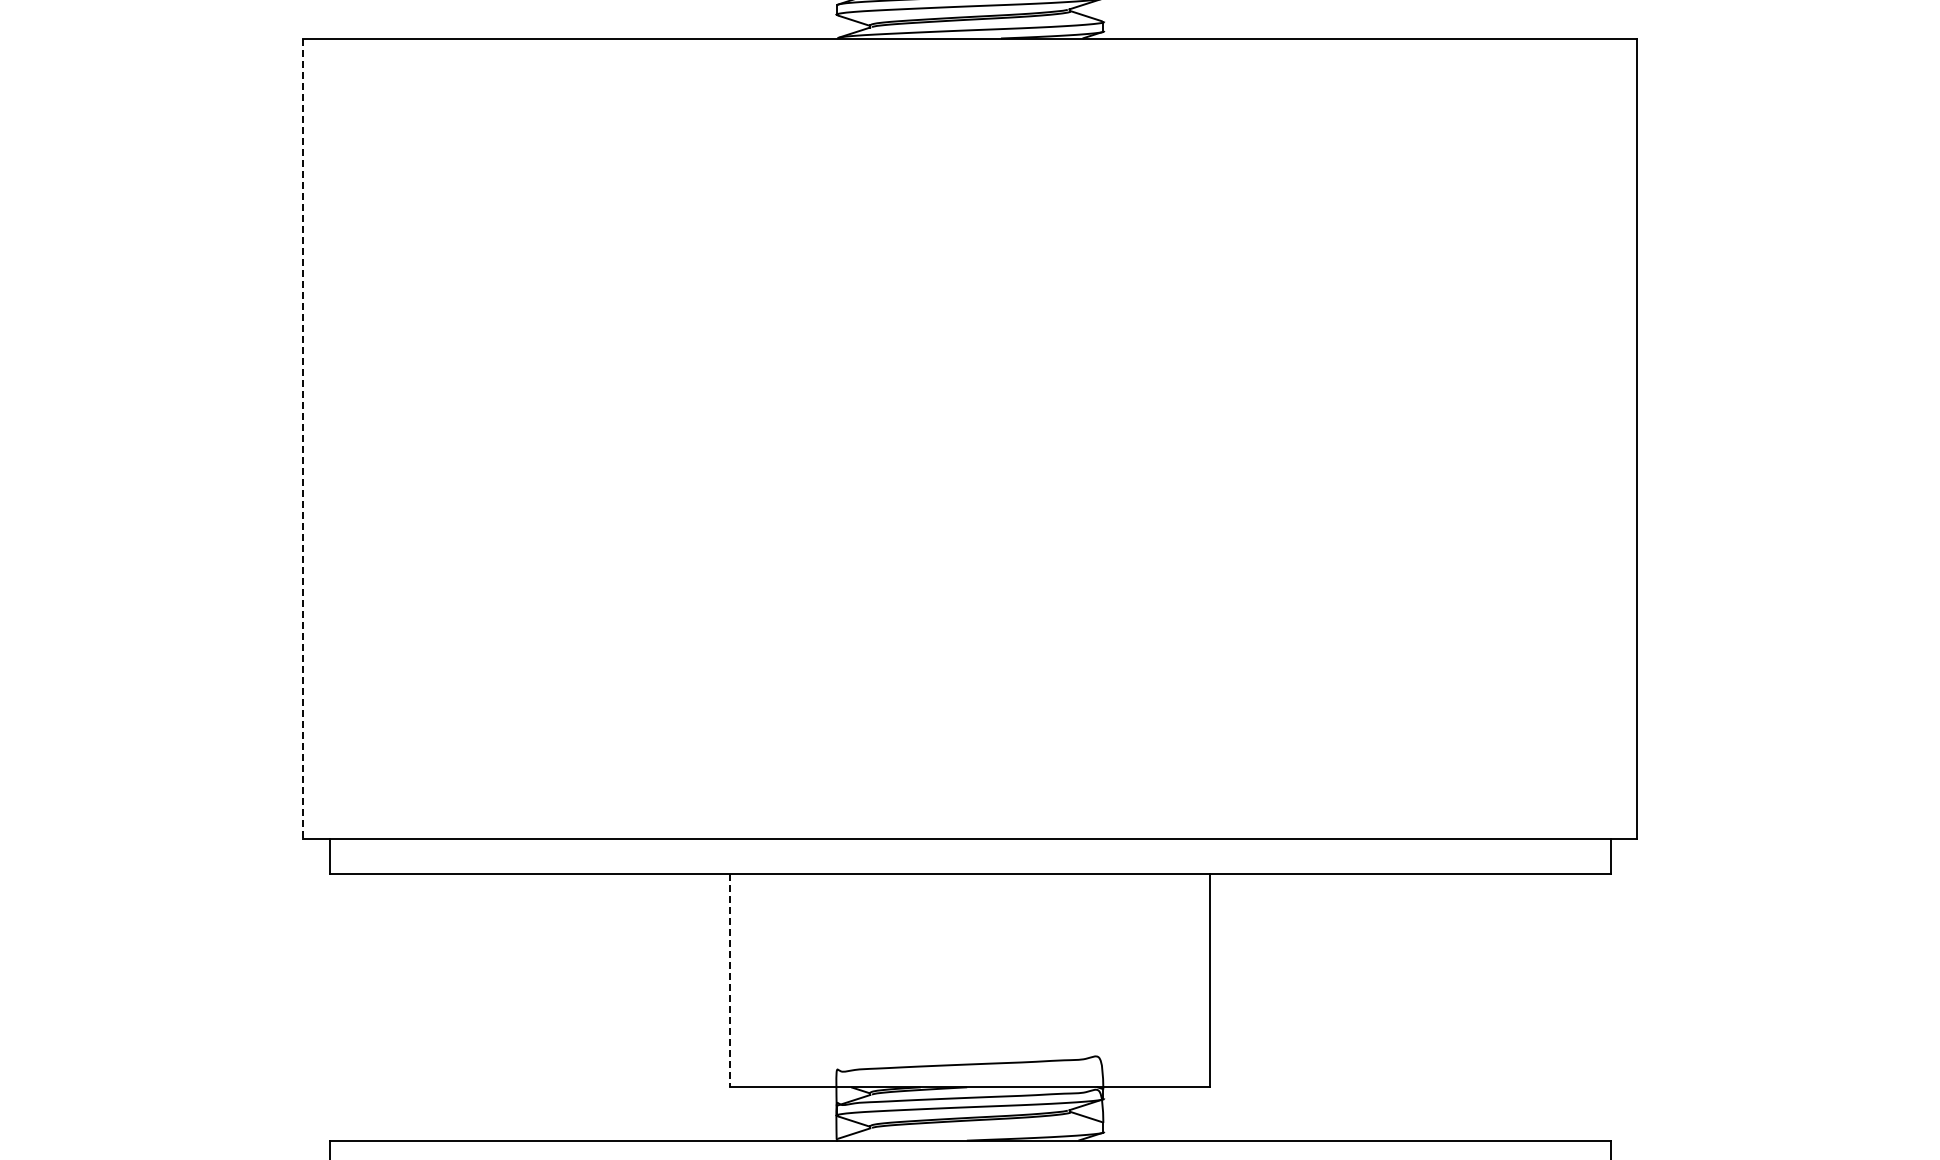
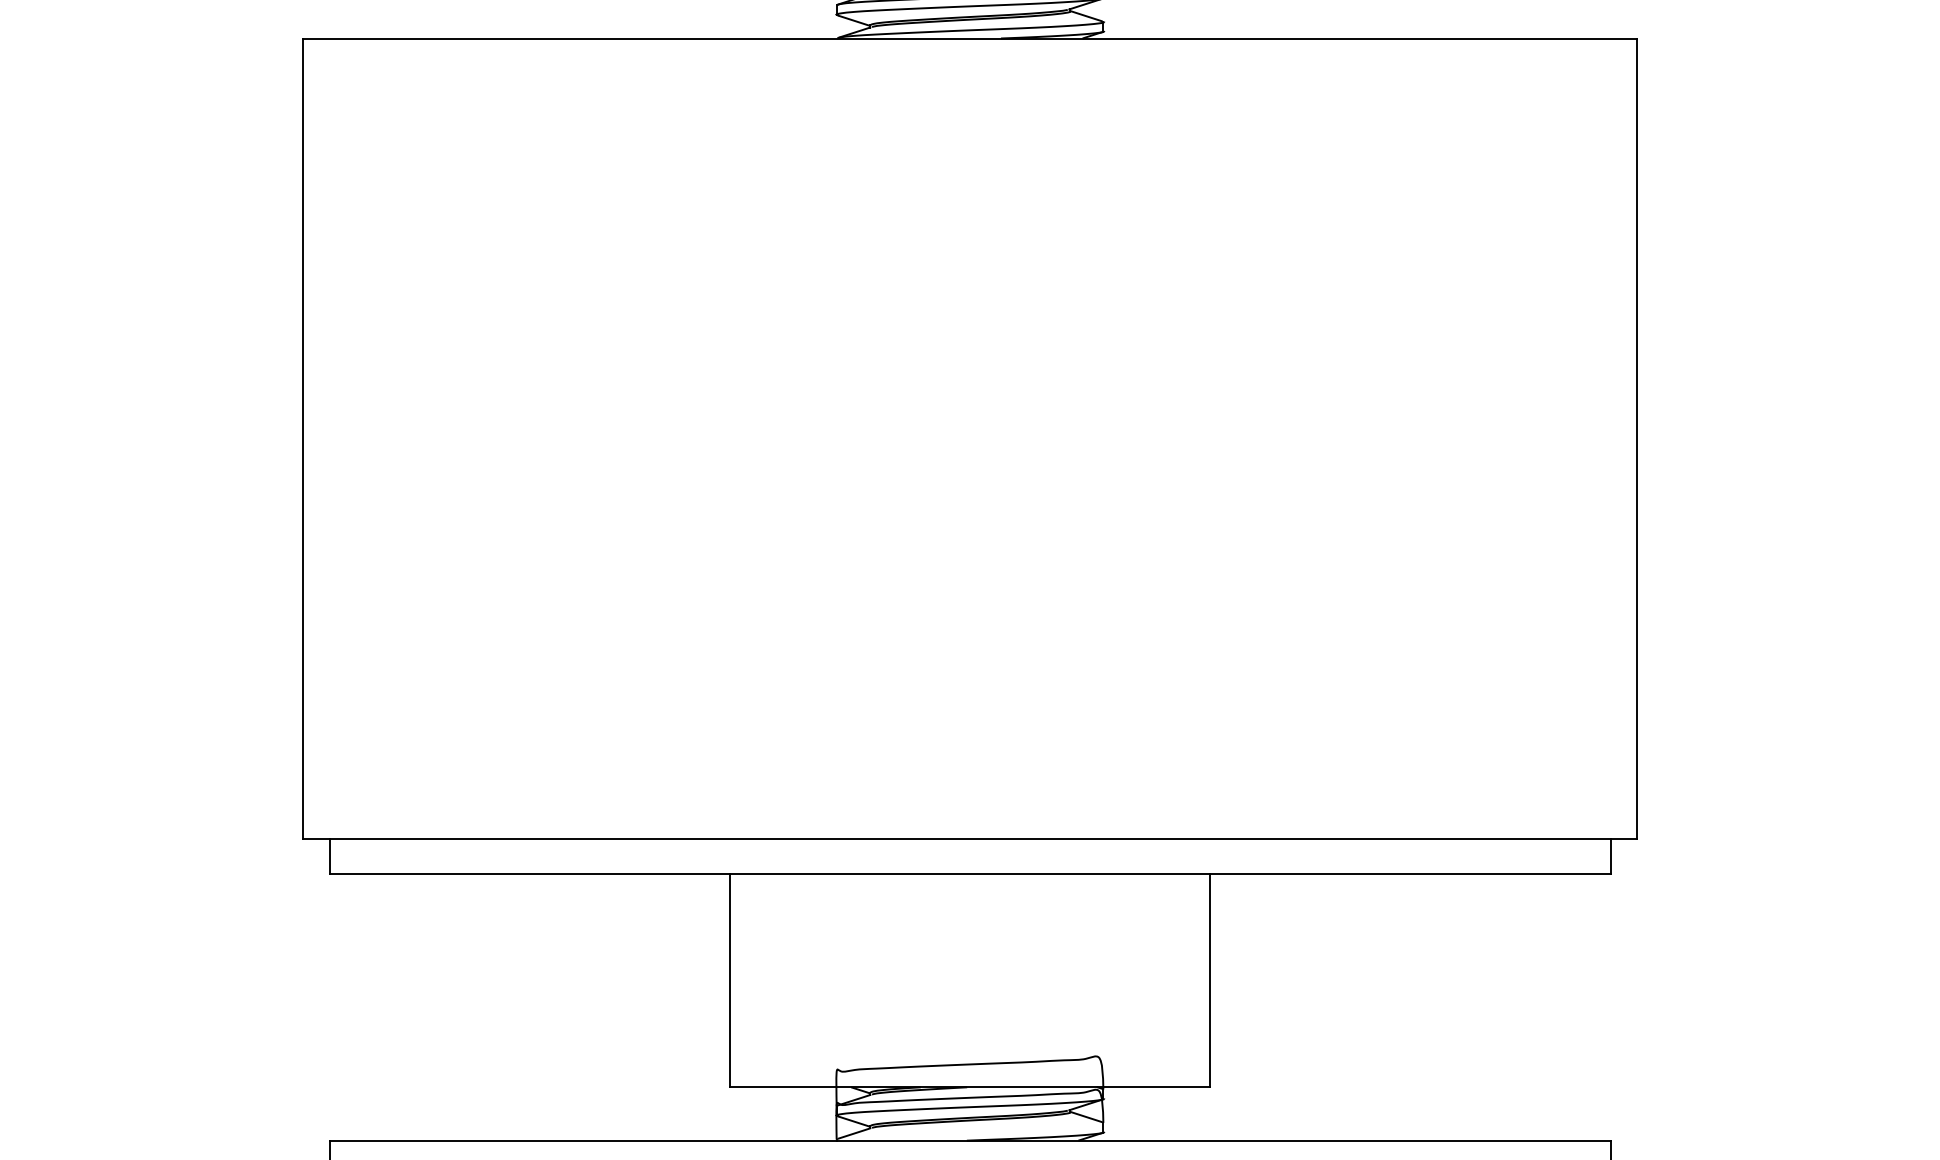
line at (302, 439): dashed -> solid
line at (729, 980): dashed -> solid
